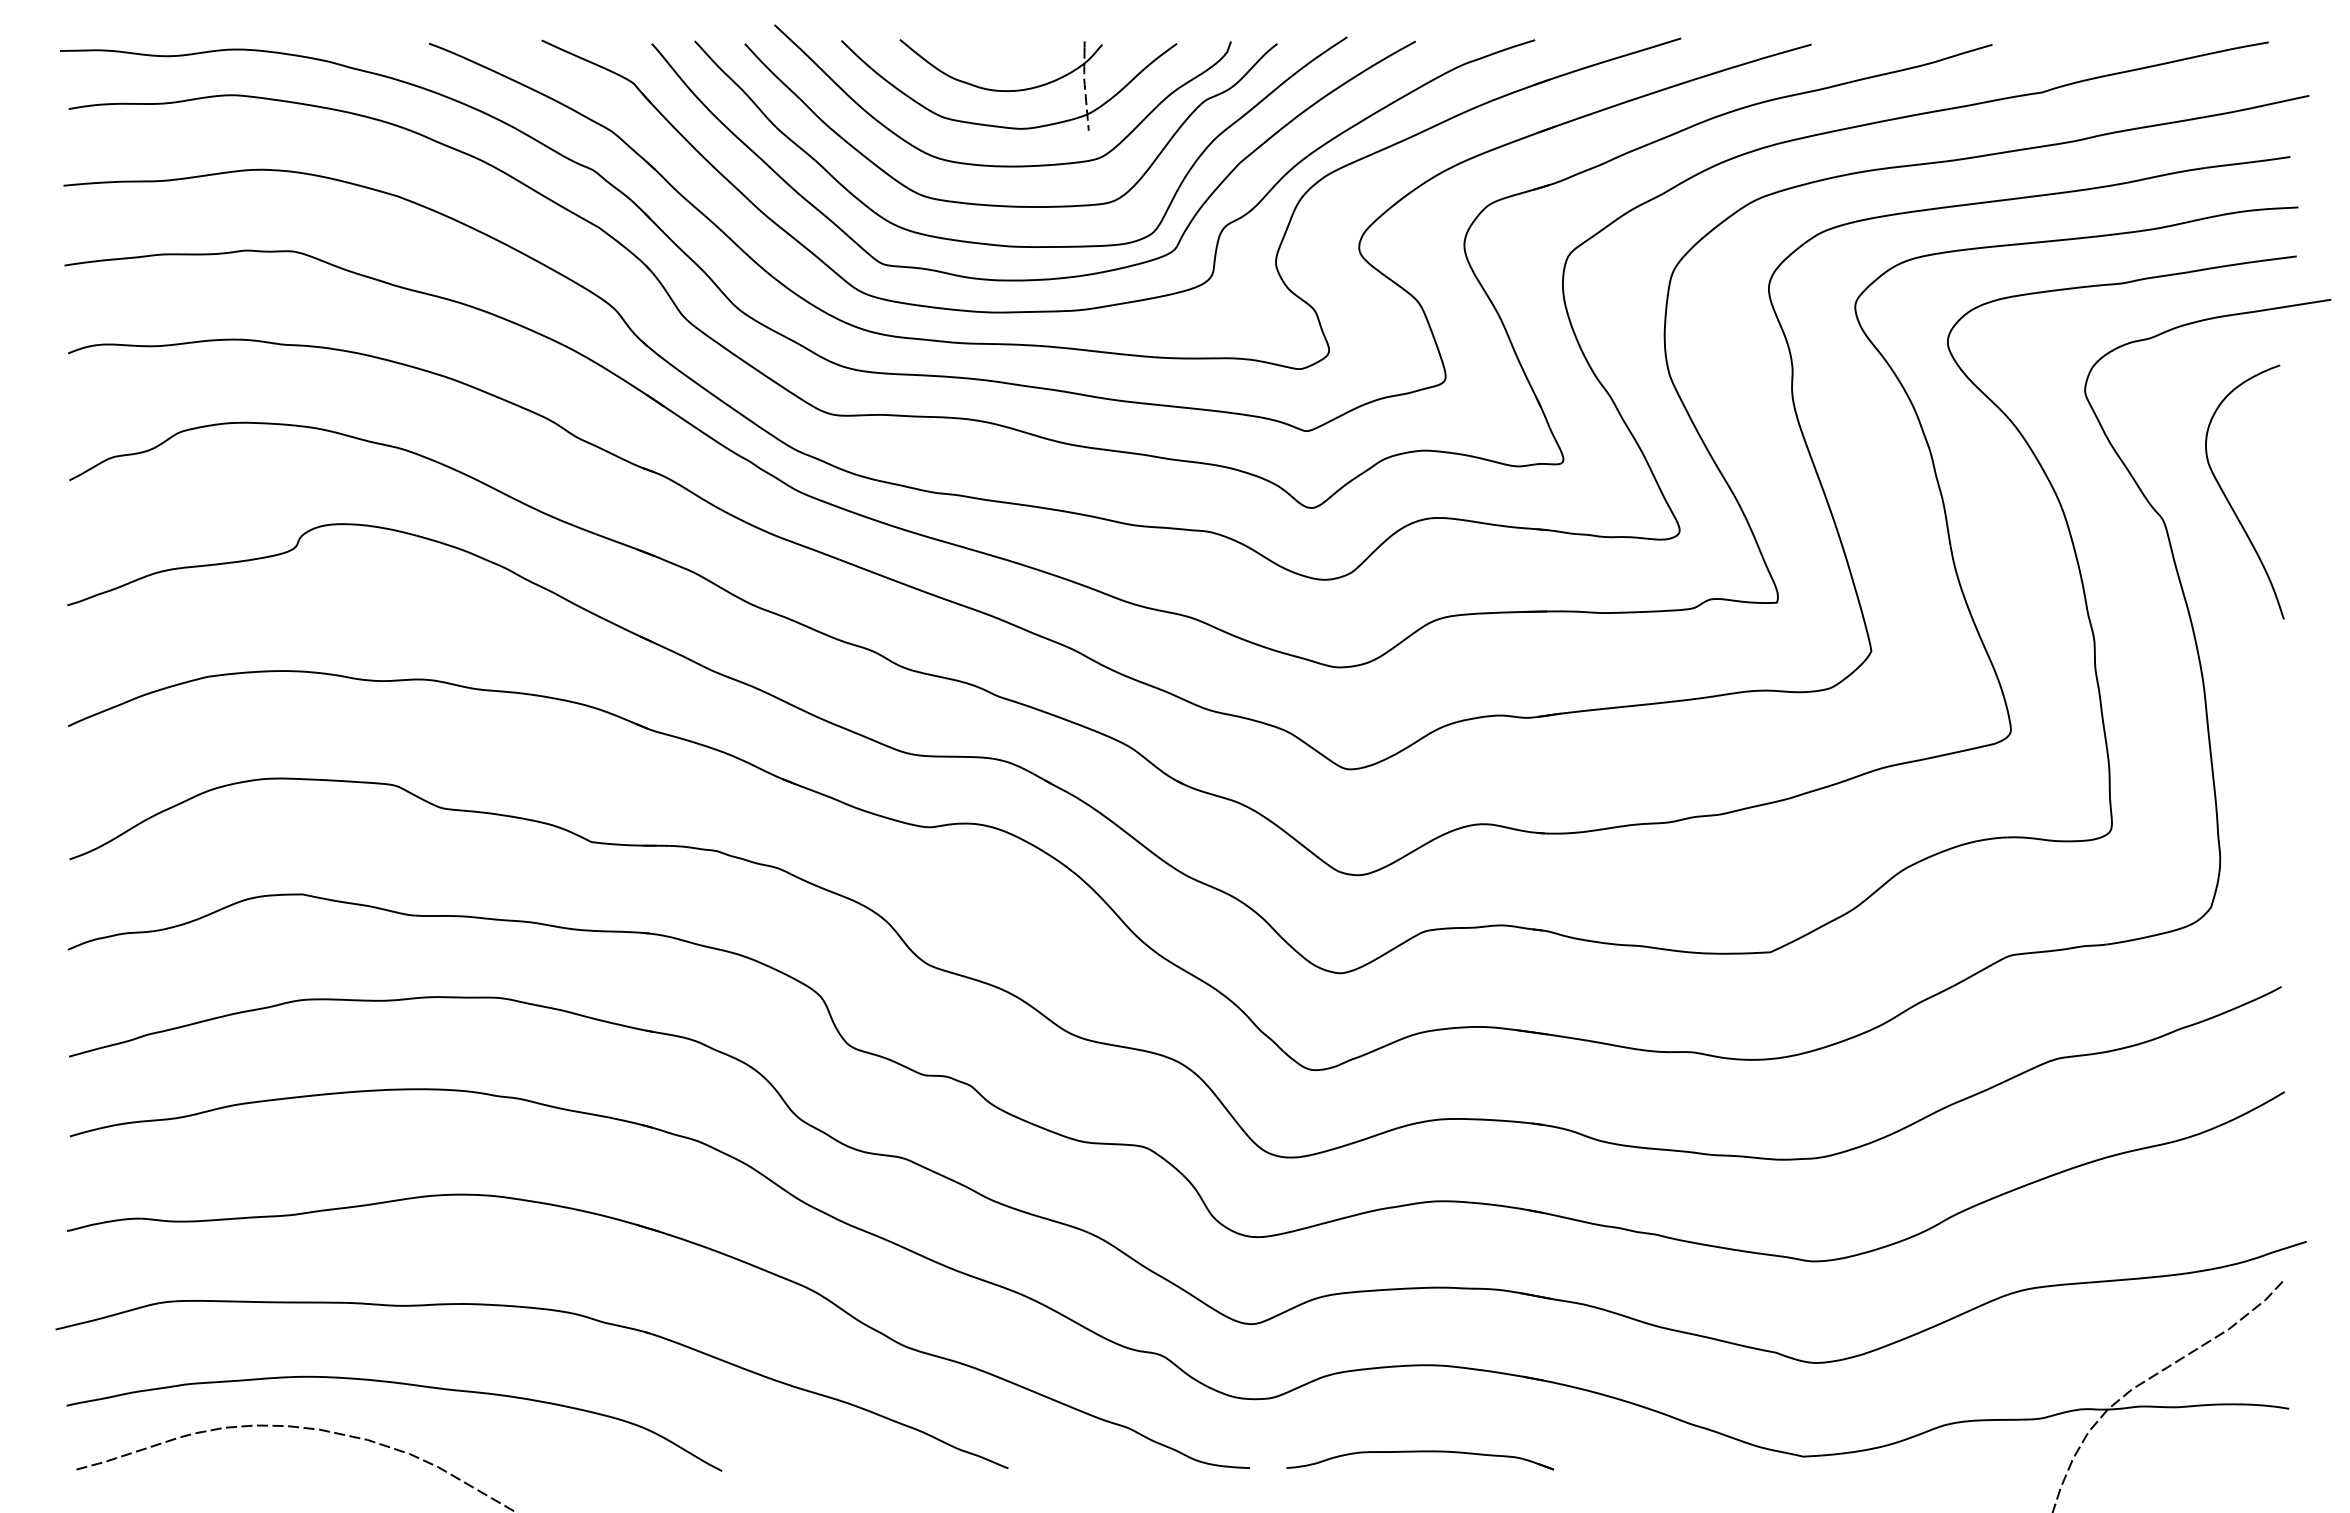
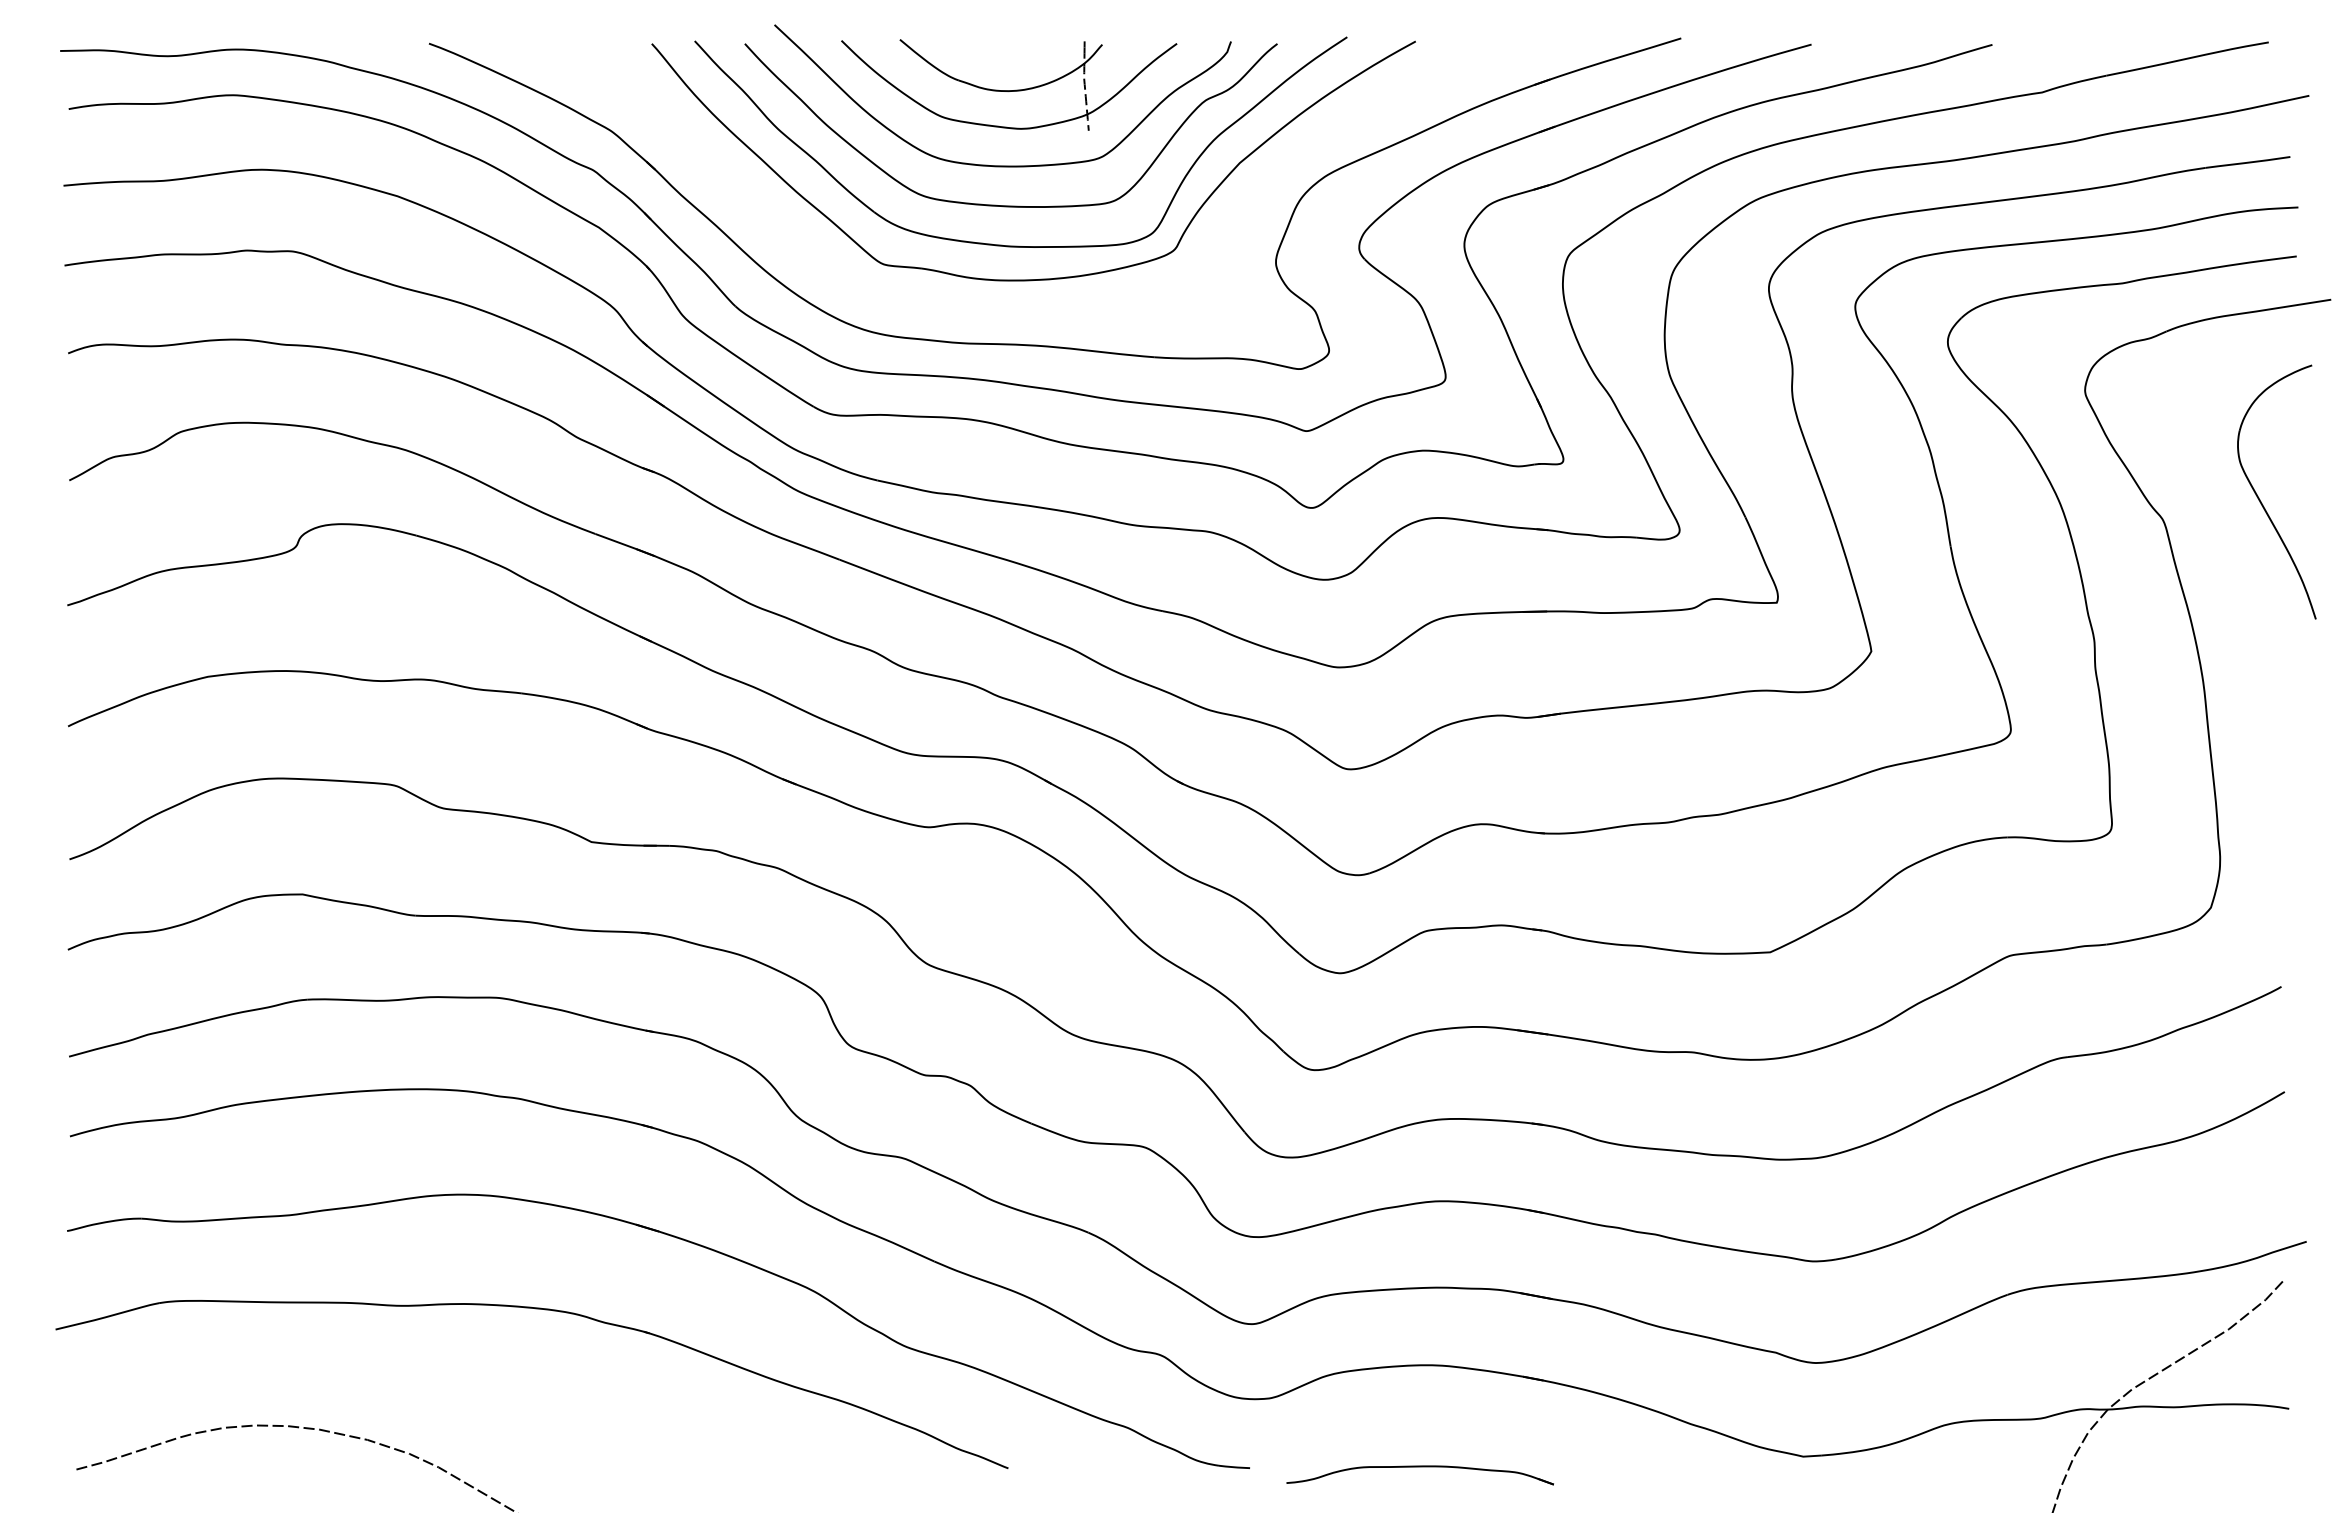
part at (1038, 310): present -> none
part at (2228, 499) position: (2228, 499) -> (2260, 499)
part at (399, 1384): present -> none
part at (1419, 1452) position: (1419, 1452) -> (1419, 1467)
